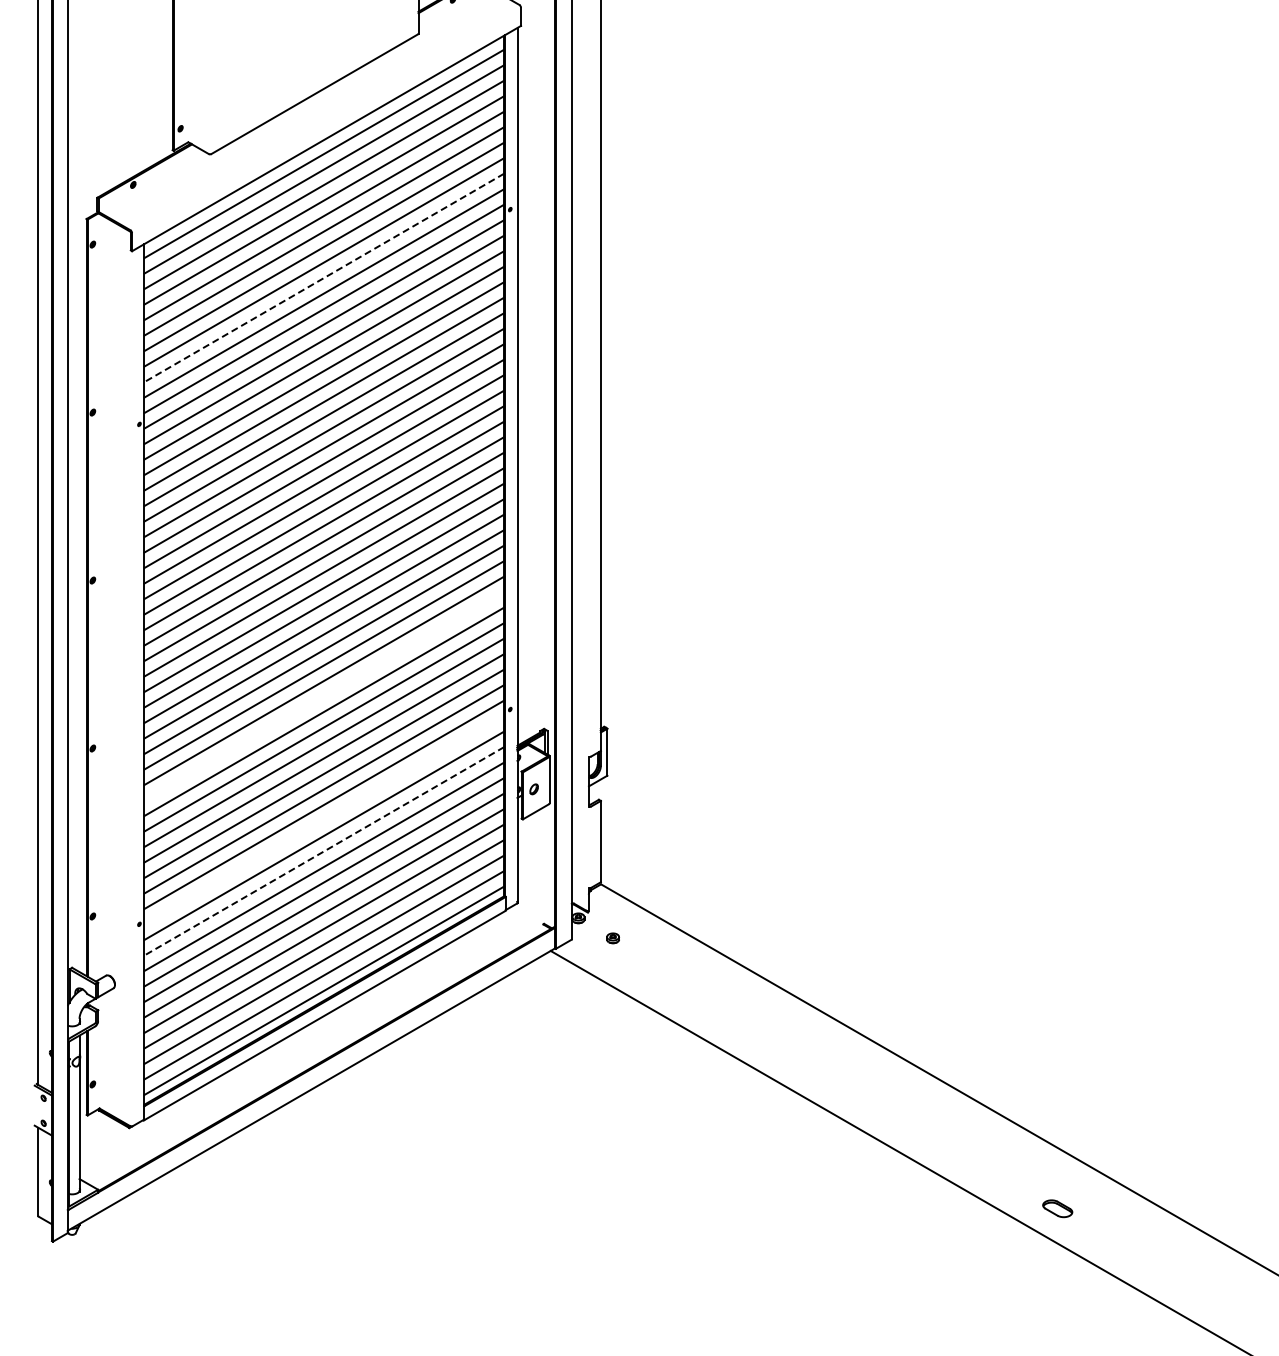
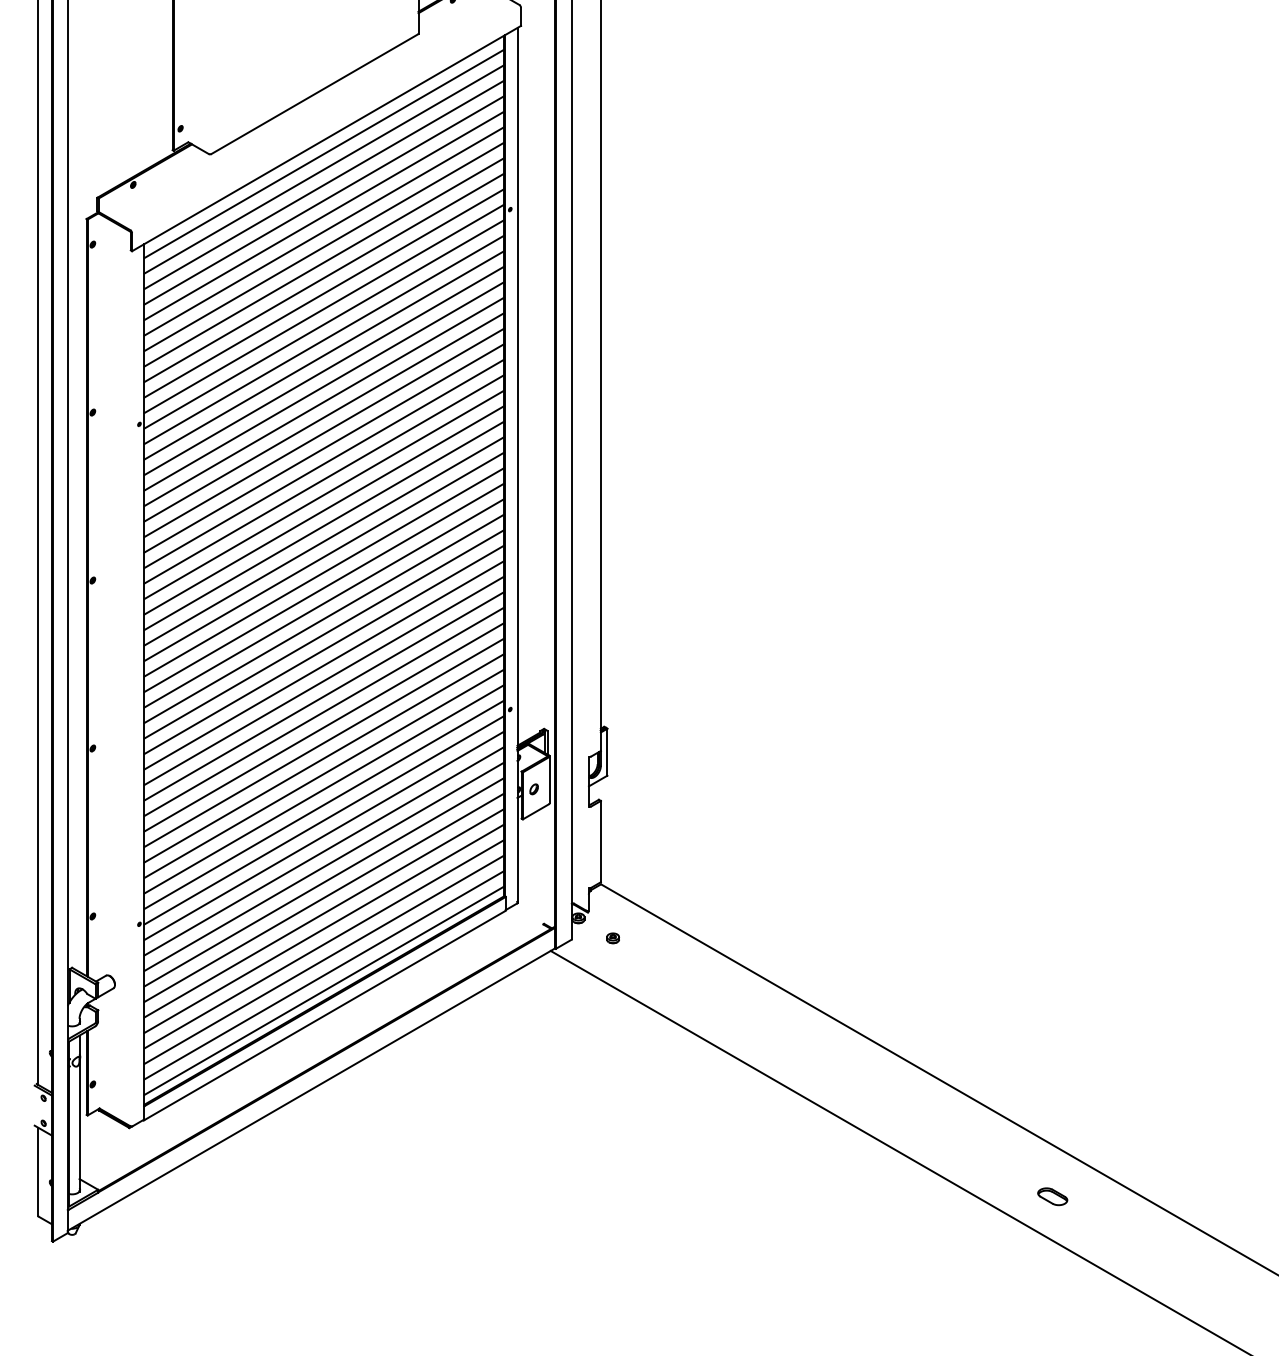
line at (324, 277): dashed -> solid
line at (324, 696): none -> present
line at (324, 820): none -> present
line at (324, 851): dashed -> solid
part at (1057, 1208) position: (1057, 1208) -> (1052, 1196)
